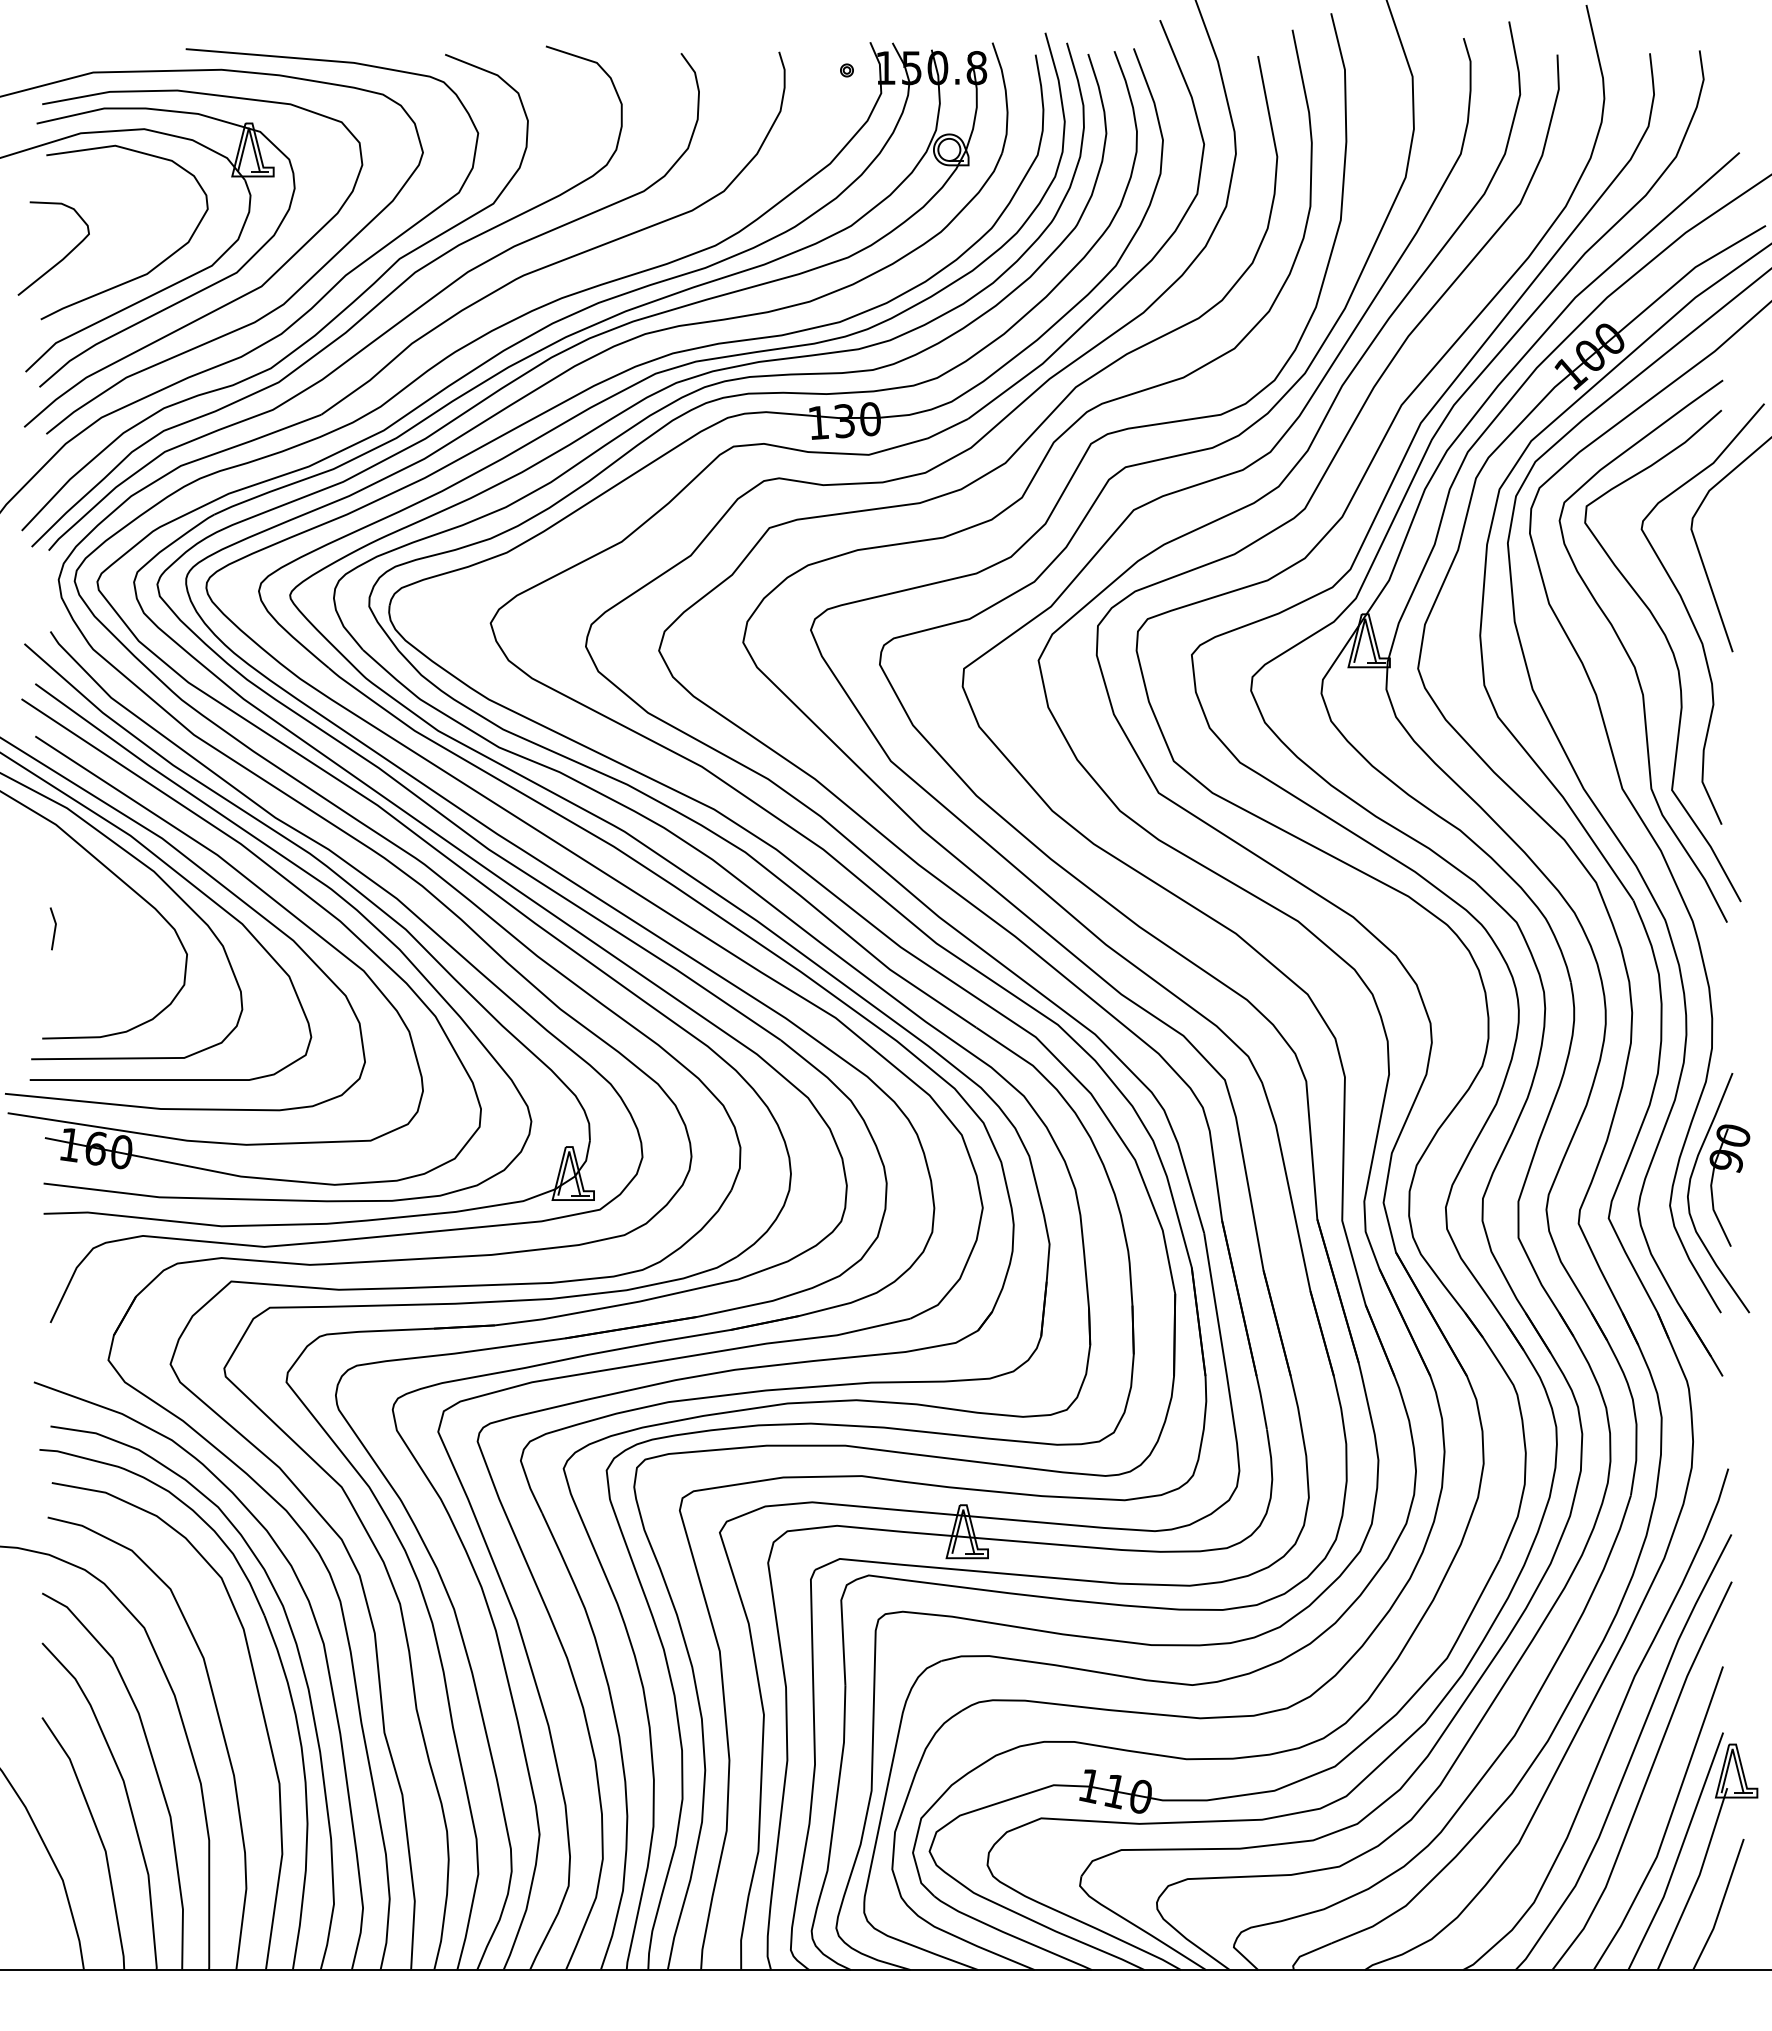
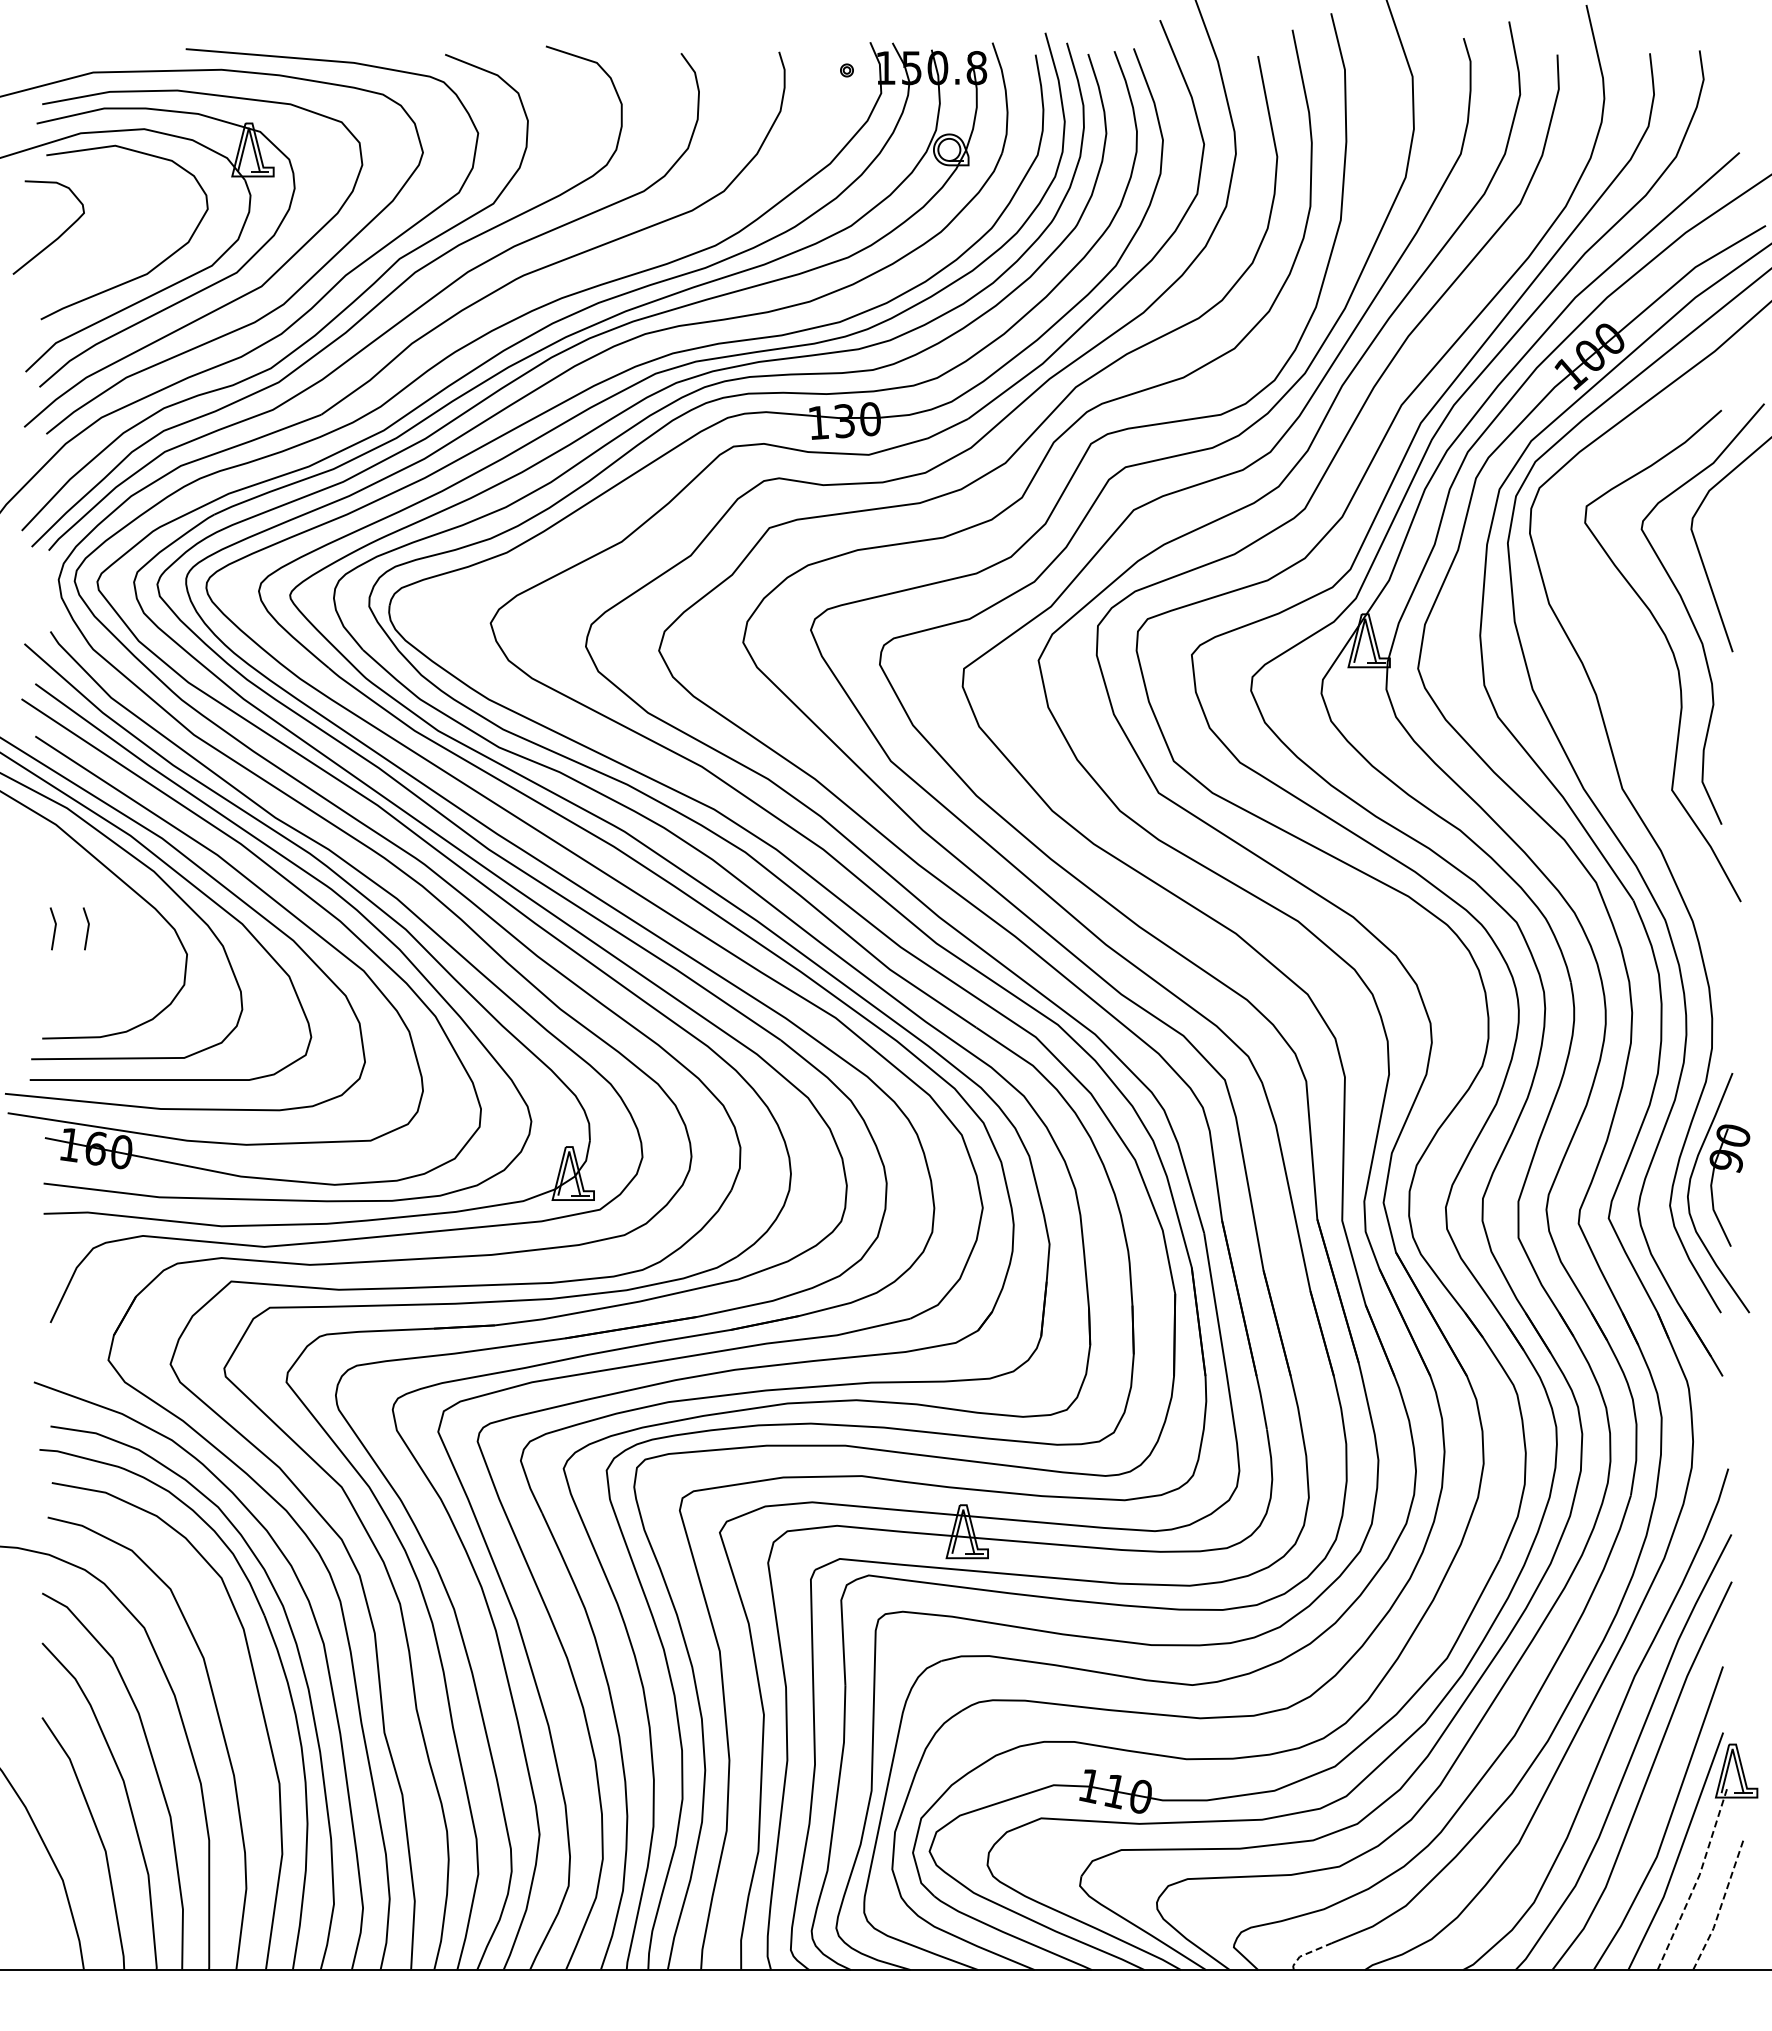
curve at (63, 257) position: (63, 257) -> (58, 236)
curve at (1630, 657): present -> none
line at (87, 928): none -> present
line at (1697, 1880): solid -> dashed
line at (1721, 1906): solid -> dashed
line at (1307, 1953): solid -> dashed
